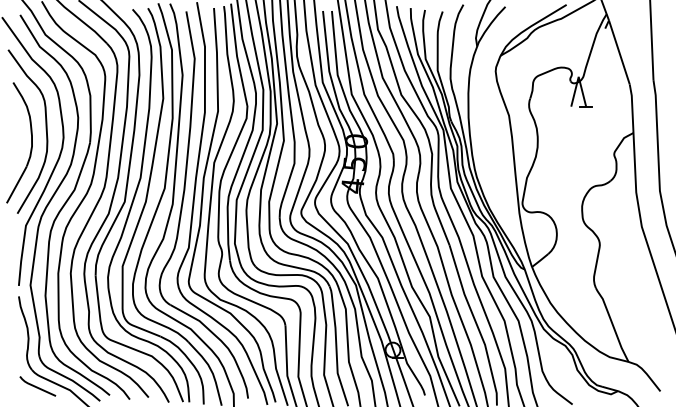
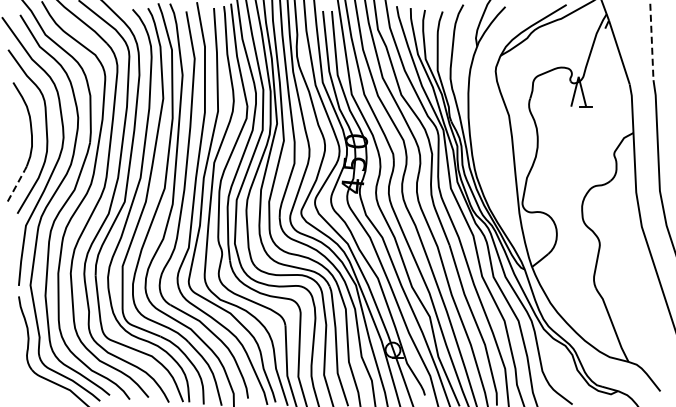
line at (651, 40): solid -> dashed
line at (17, 184): solid -> dashed
curve at (37, 386): present -> none
